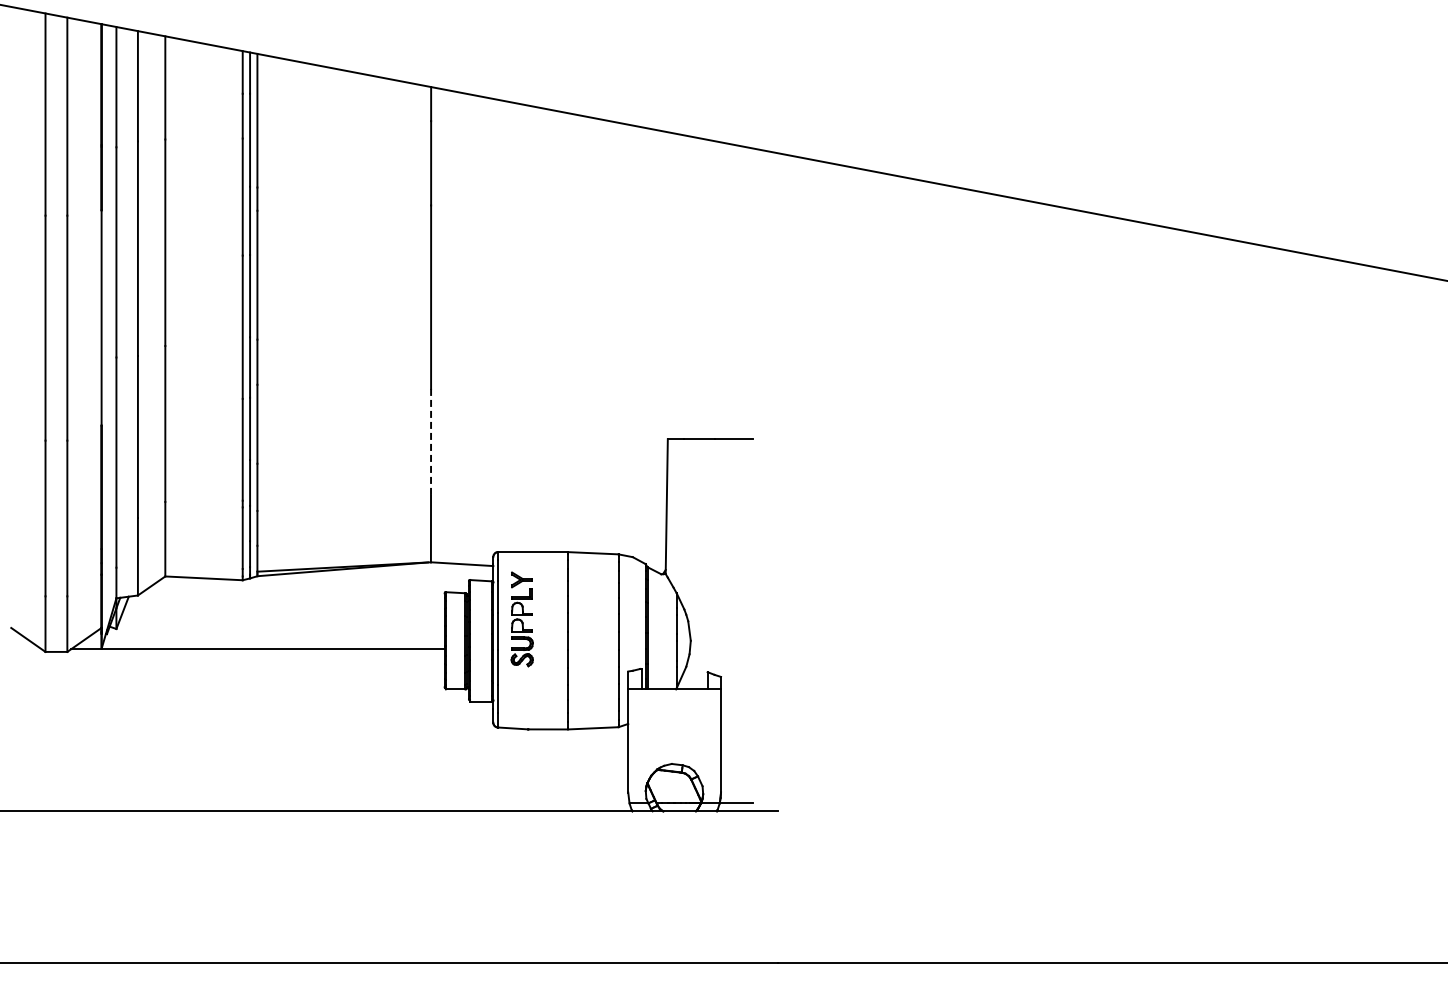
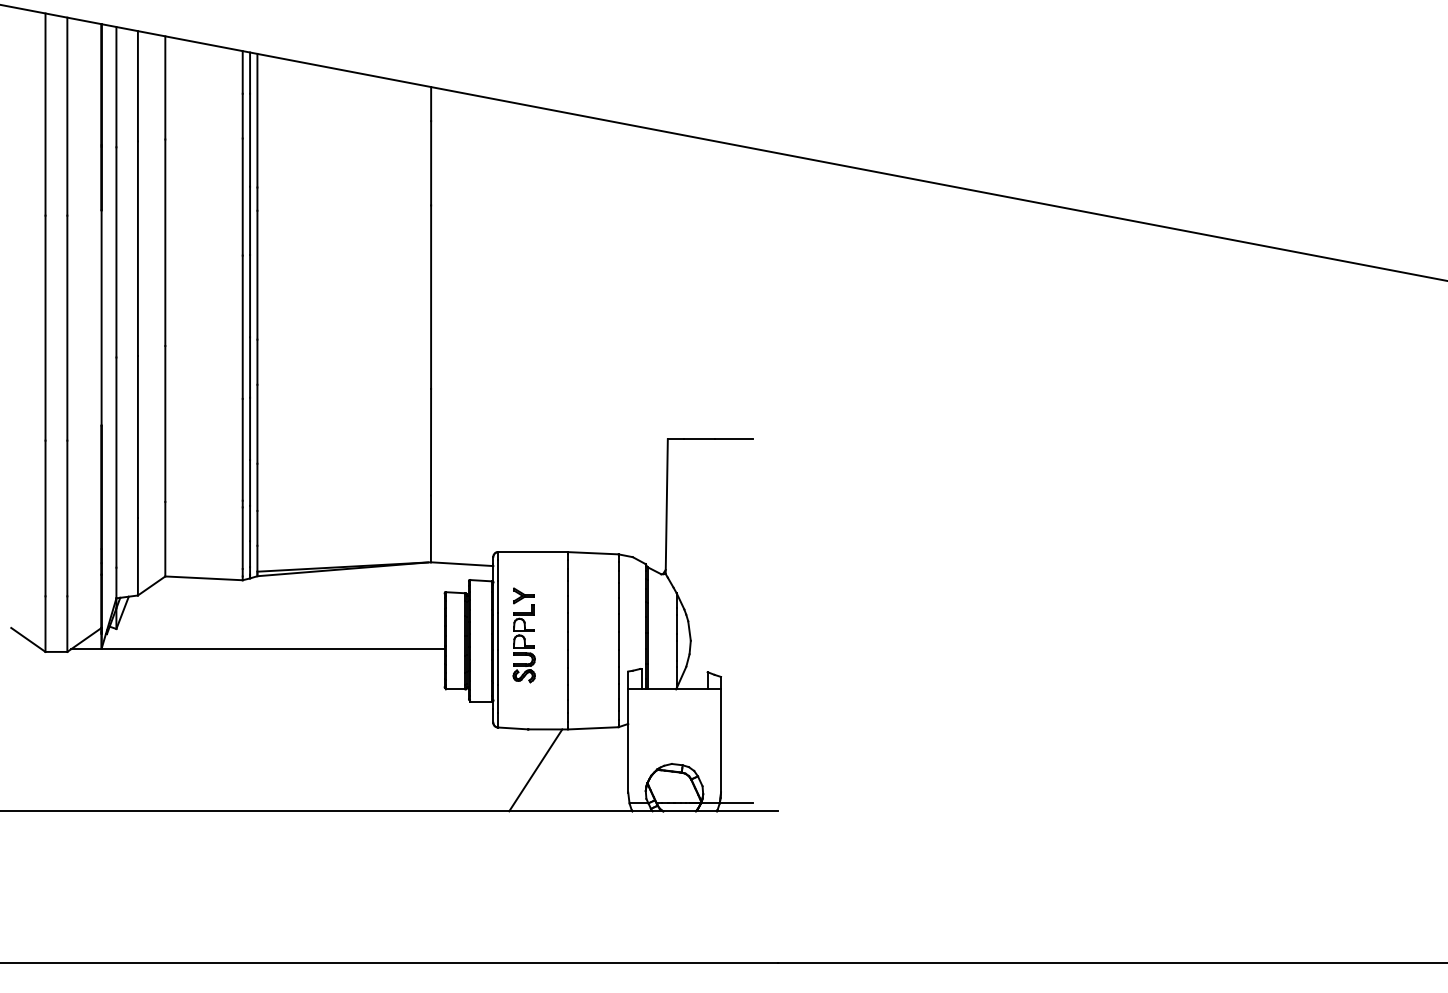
line at (431, 442): dashed -> solid
part at (521, 619) position: (521, 619) -> (523, 635)
line at (535, 770): none -> present
